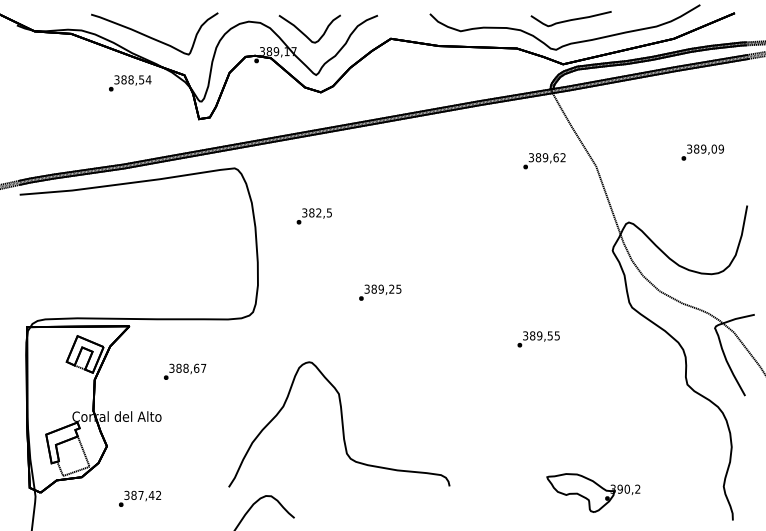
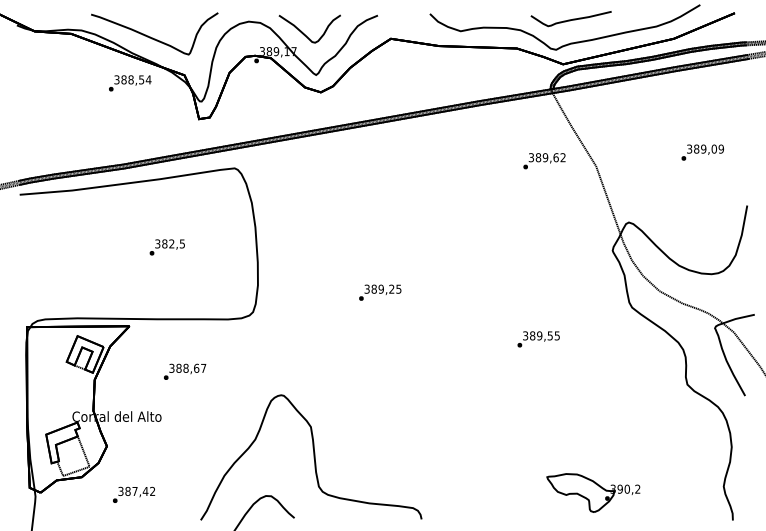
text at (313, 216) position: (313, 216) -> (166, 247)
curve at (341, 424) position: (341, 424) -> (313, 457)
text at (140, 498) position: (140, 498) -> (134, 494)
